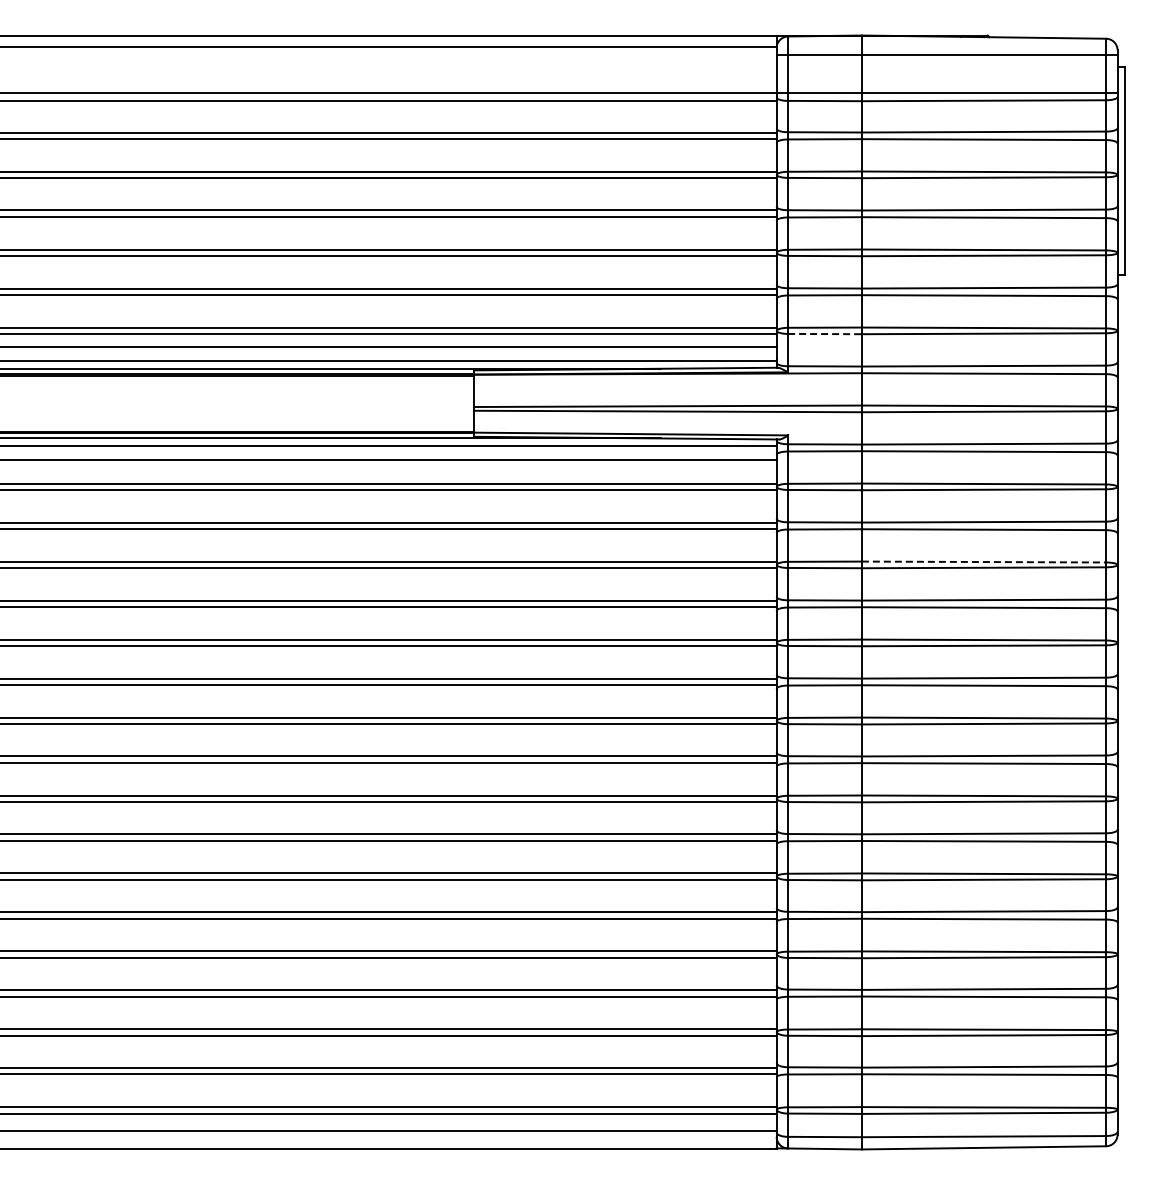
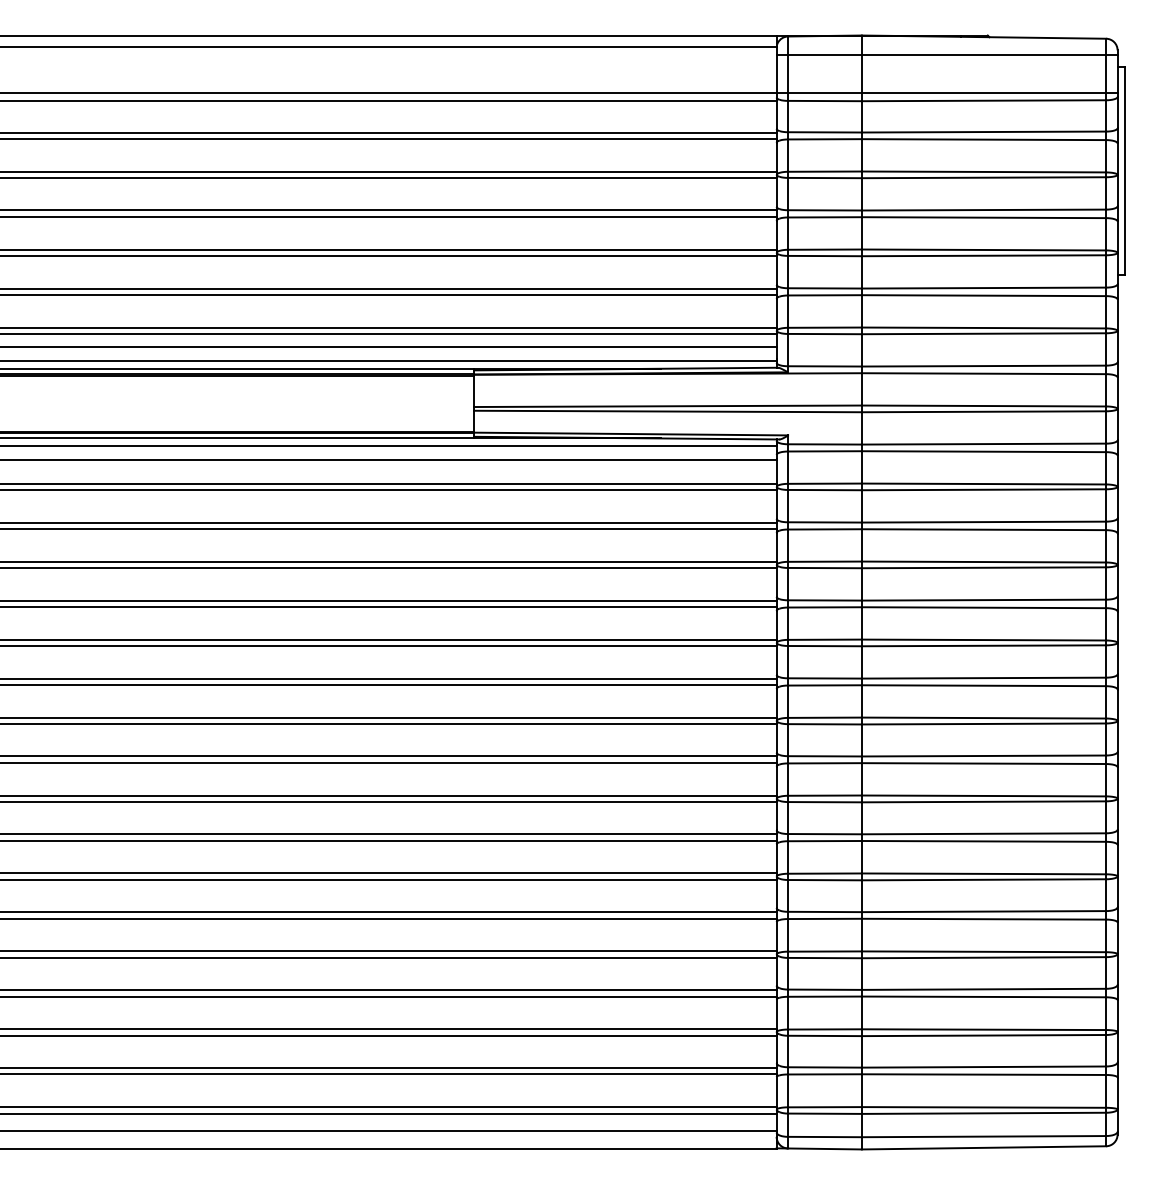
line at (824, 334): dashed -> solid
line at (984, 562): dashed -> solid
